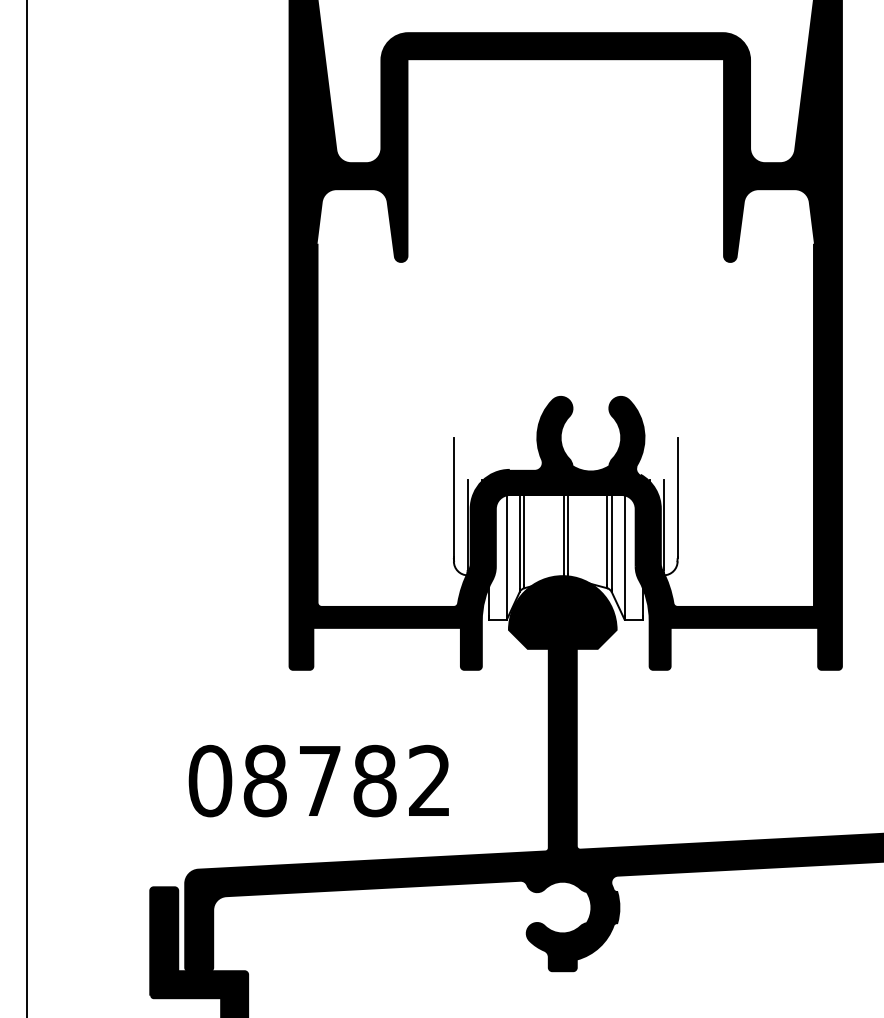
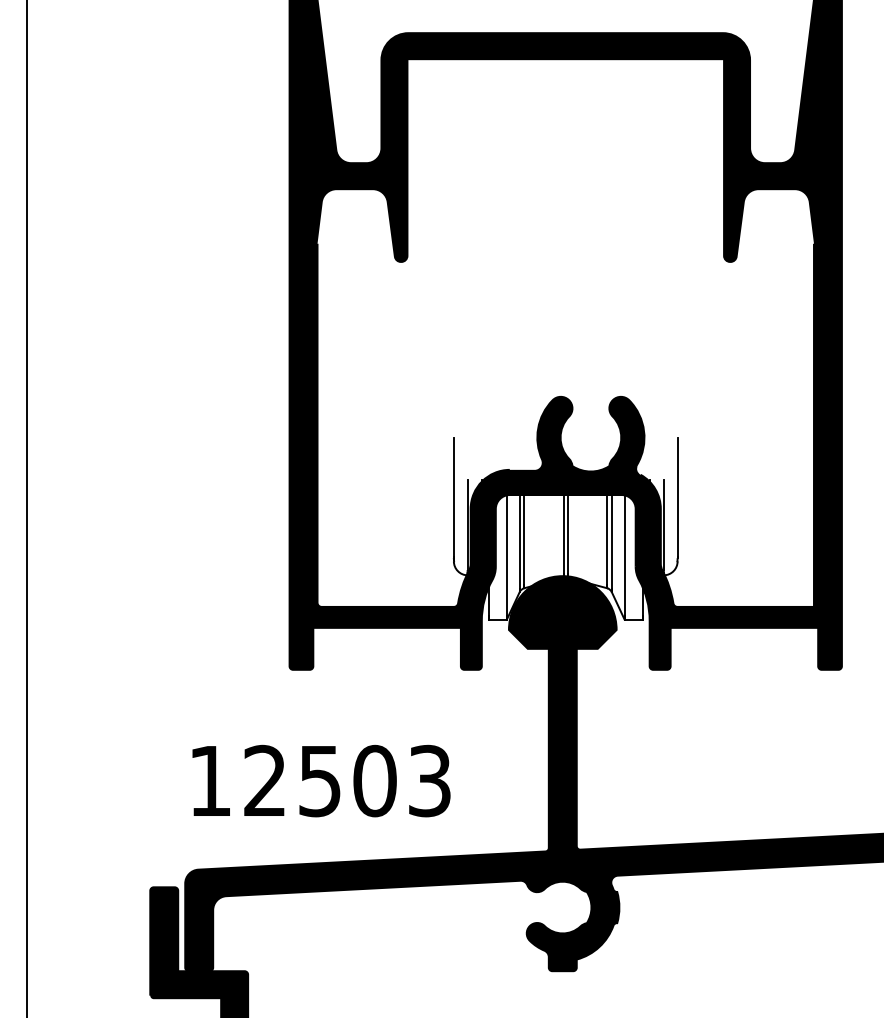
text at (319, 780): 08782 -> 12503
